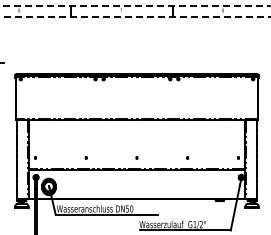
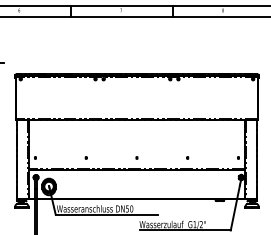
line at (135, 5): dashed -> solid
line at (135, 16): dashed -> solid
